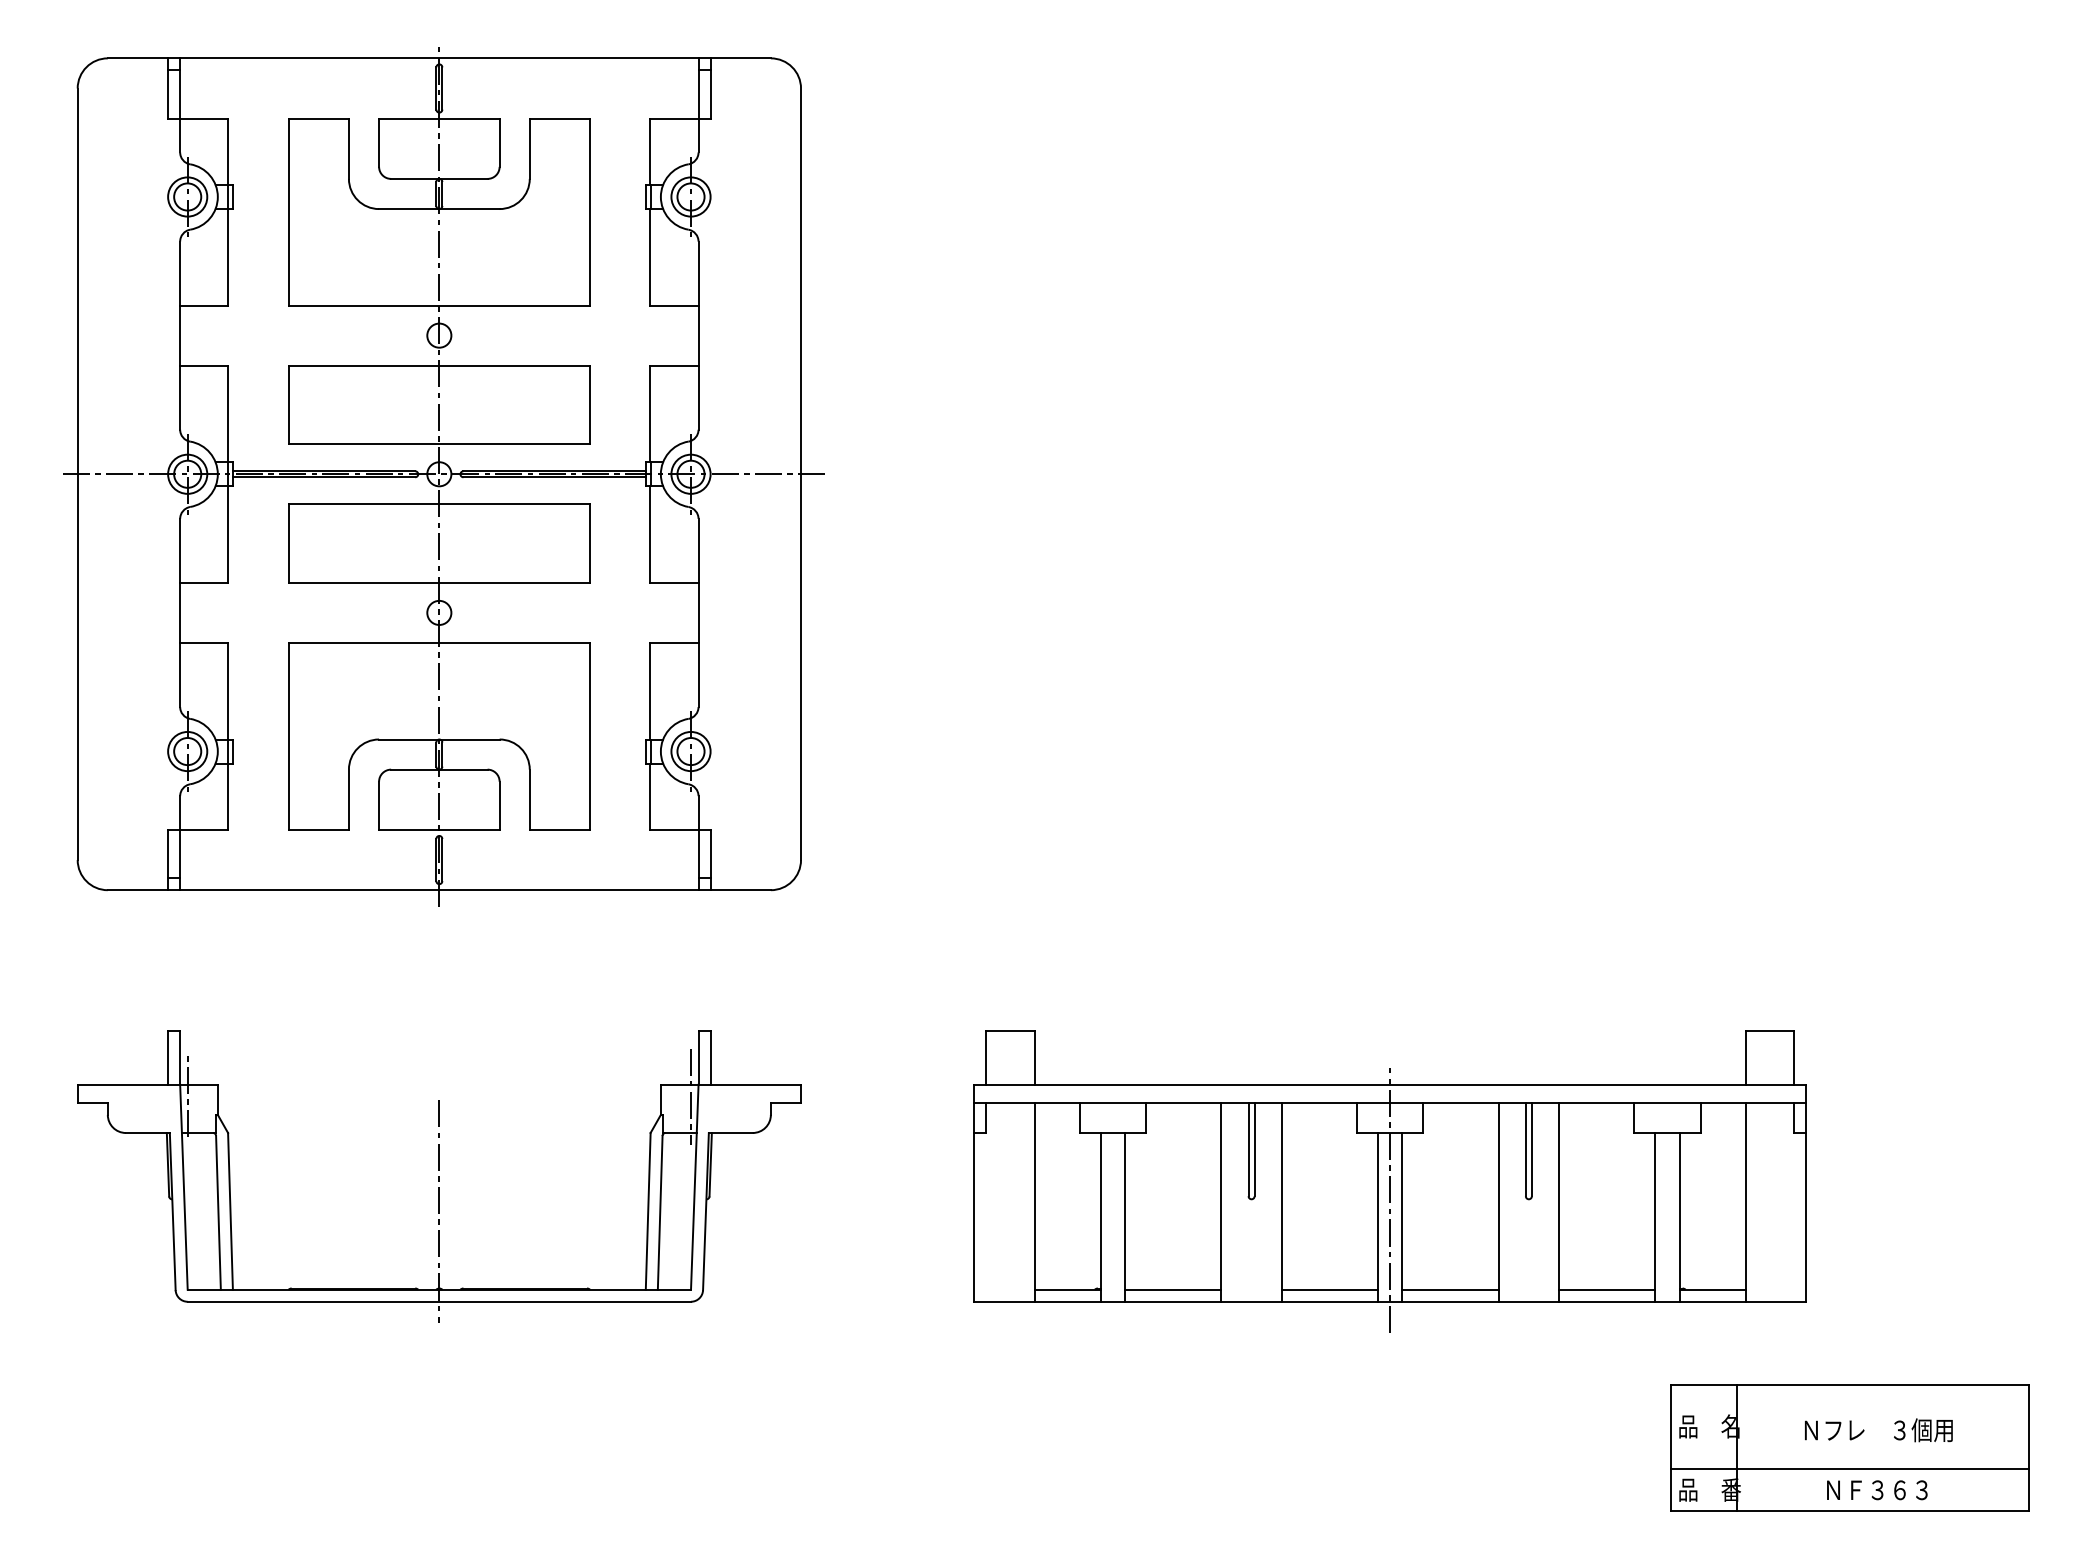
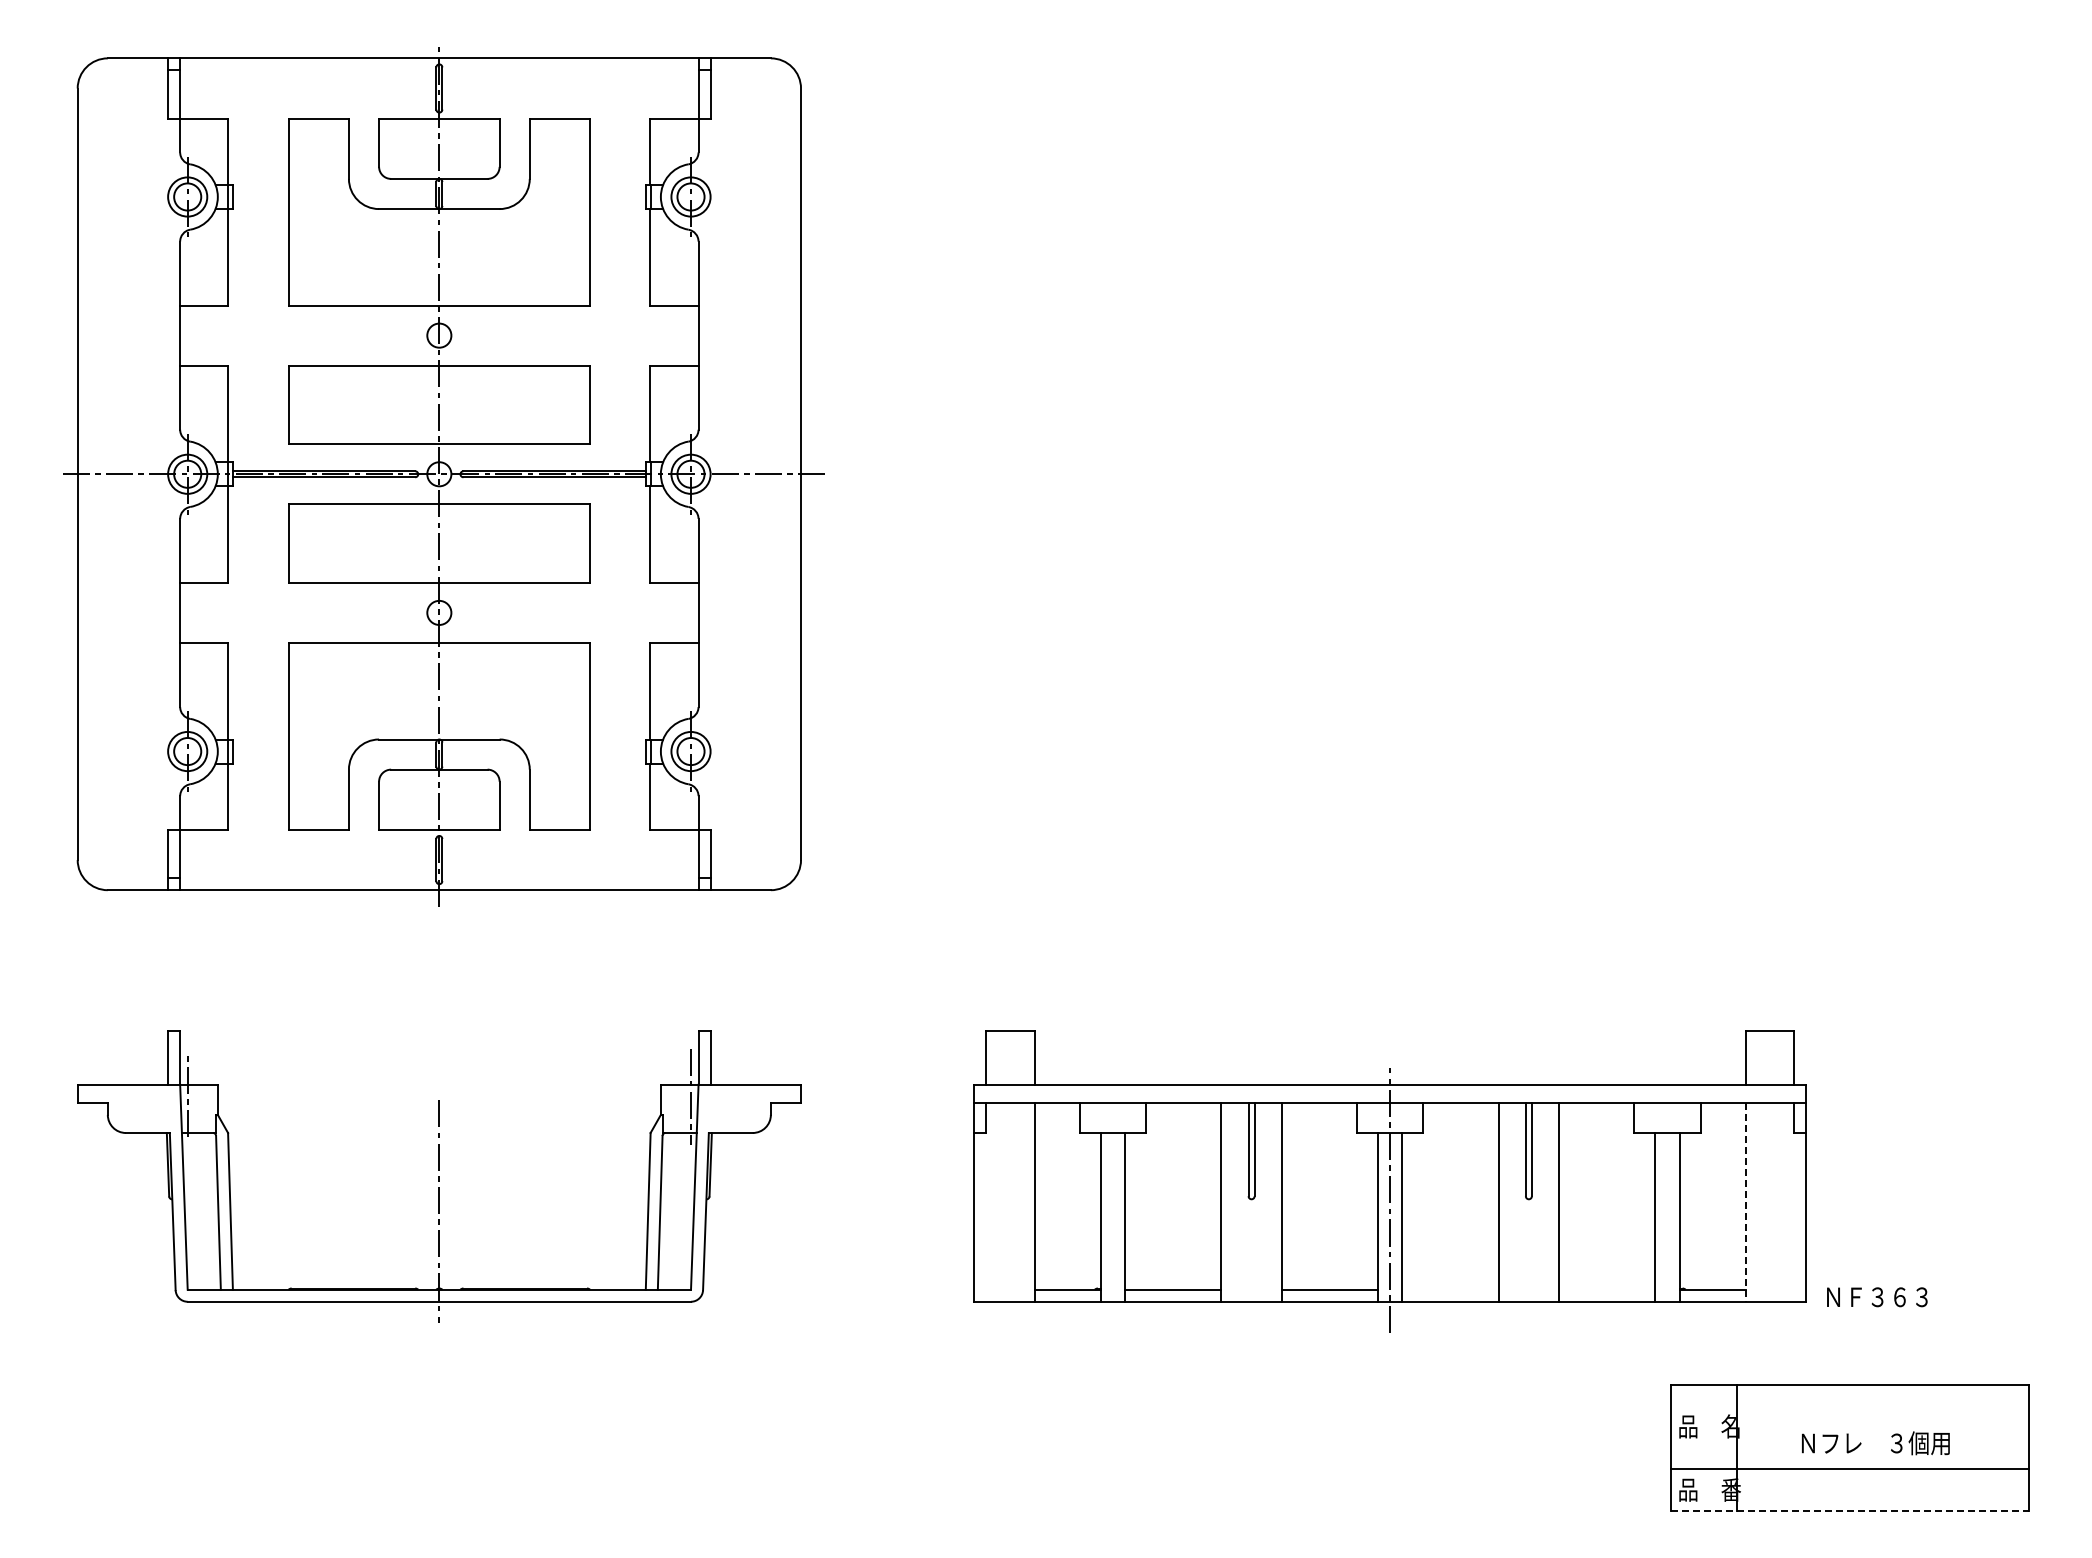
line at (1745, 1202): solid -> dashed
line at (1450, 1289): present -> none
line at (1607, 1289): present -> none
text at (1878, 1430) position: (1878, 1430) -> (1875, 1443)
text at (1877, 1490) position: (1877, 1490) -> (1877, 1297)
line at (1850, 1511): solid -> dashed
